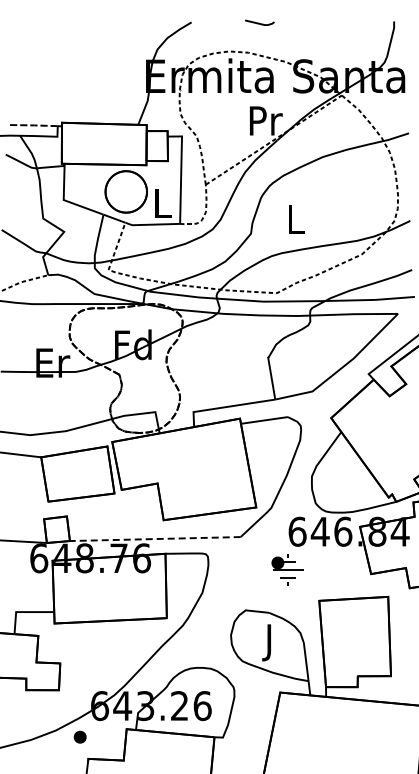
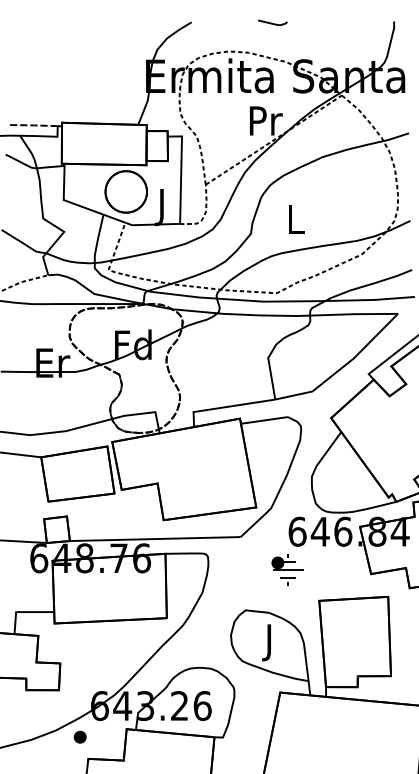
line at (259, 22) position: (259, 22) -> (272, 22)
text at (162, 207): L -> J
line at (154, 539): dashed -> solid
